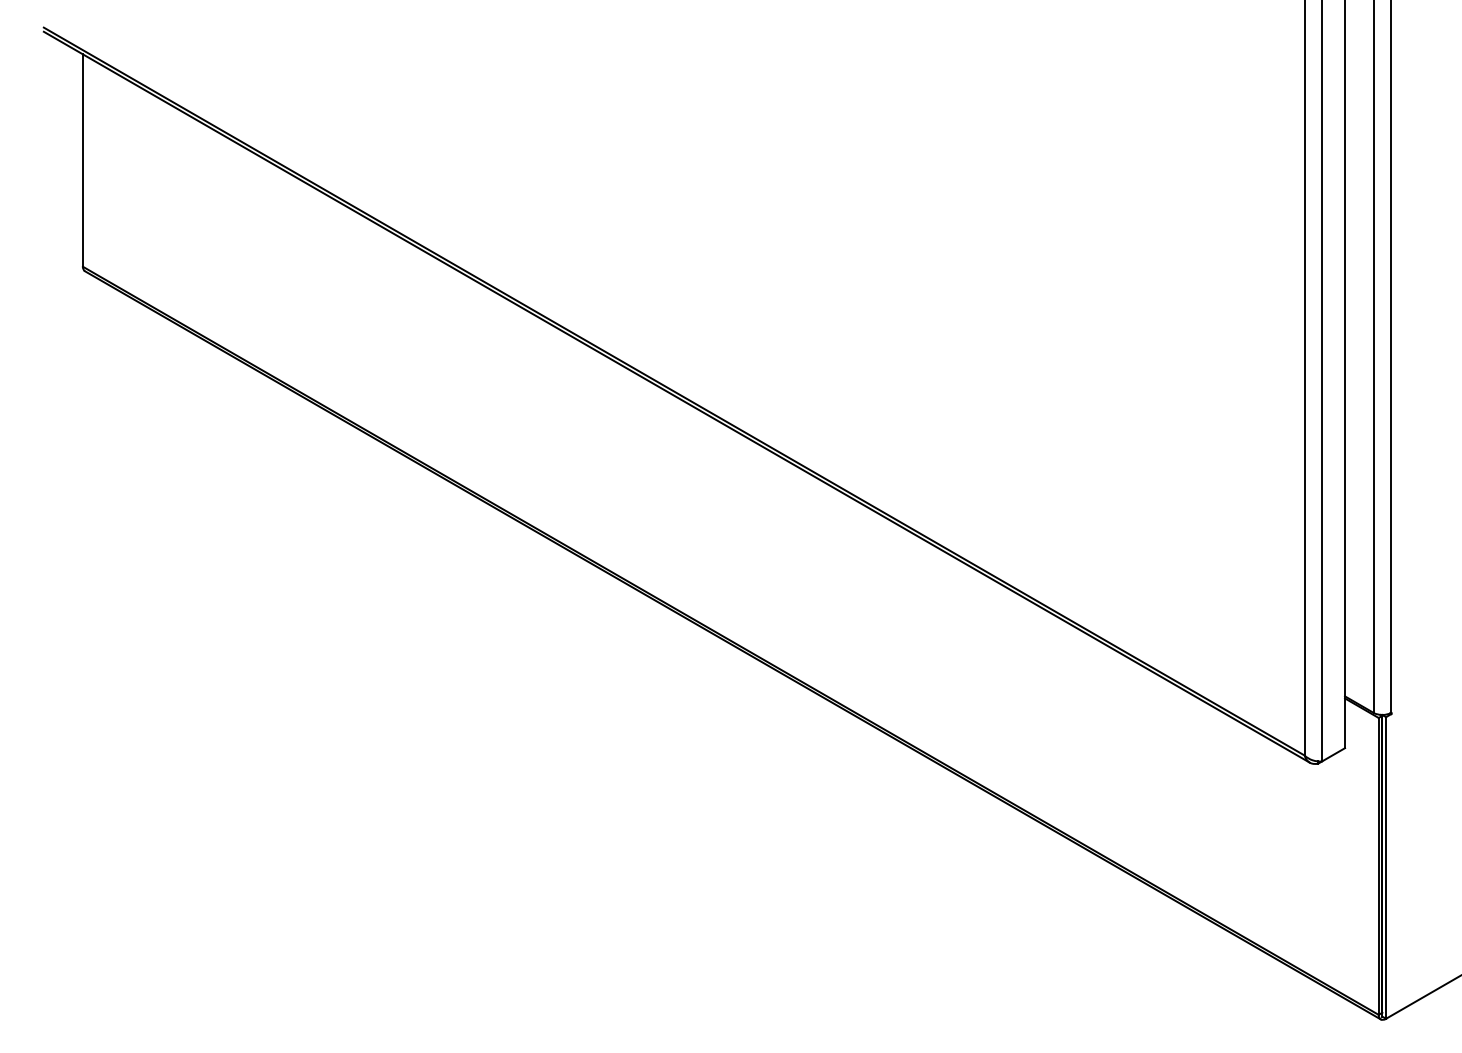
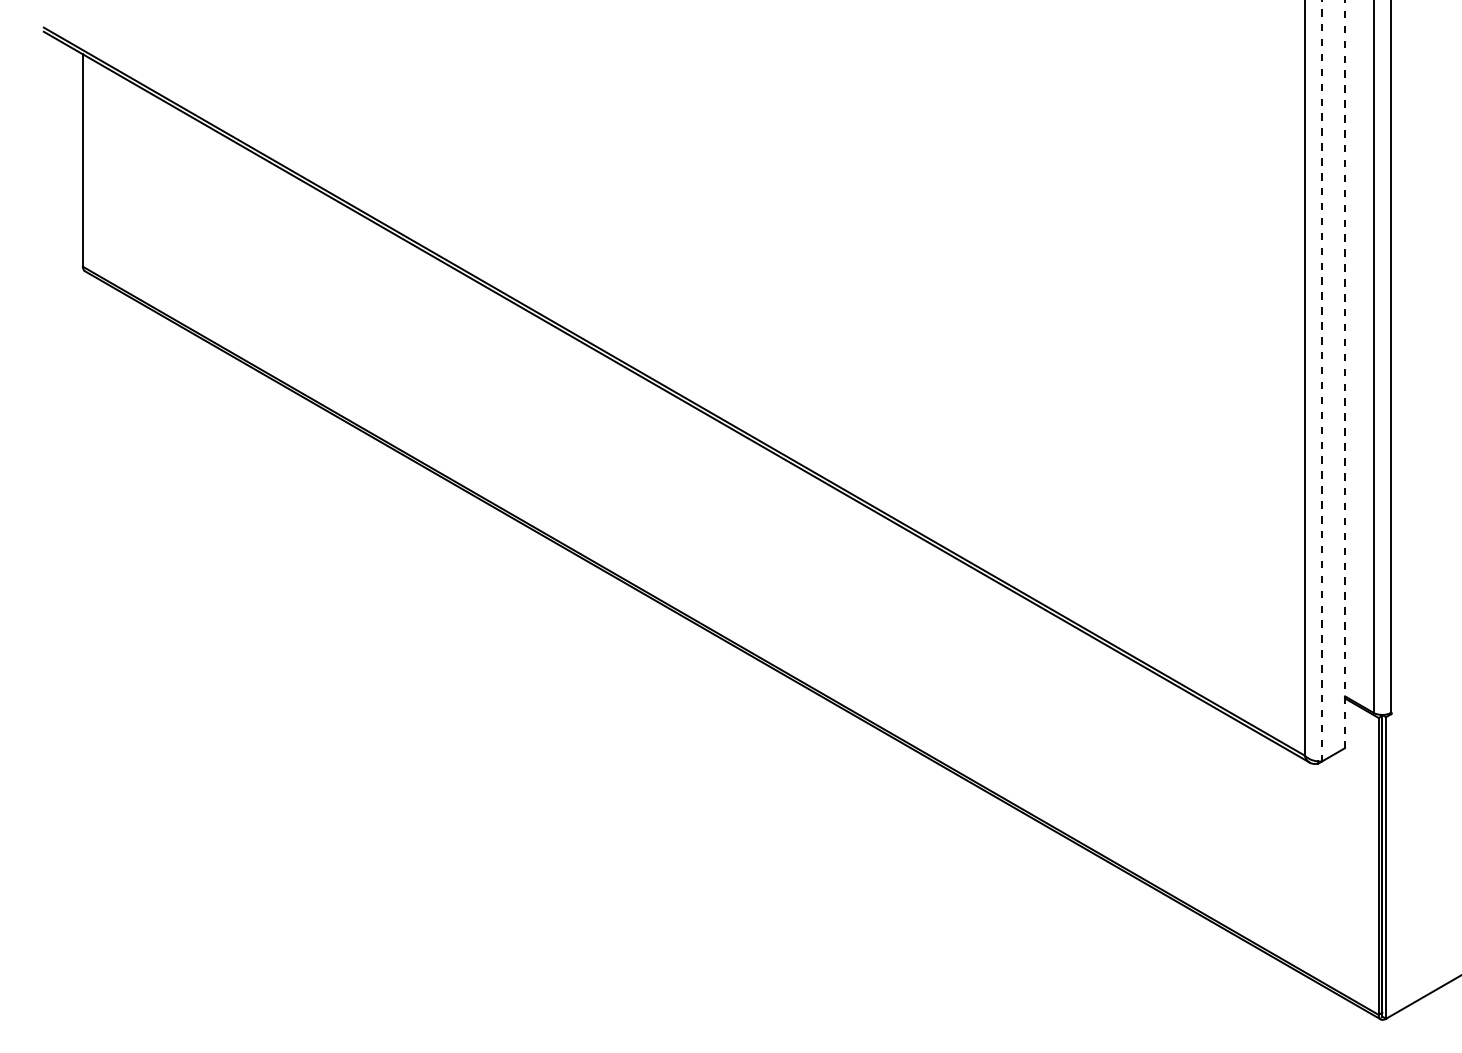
line at (1345, 374): solid -> dashed
line at (1322, 381): solid -> dashed
